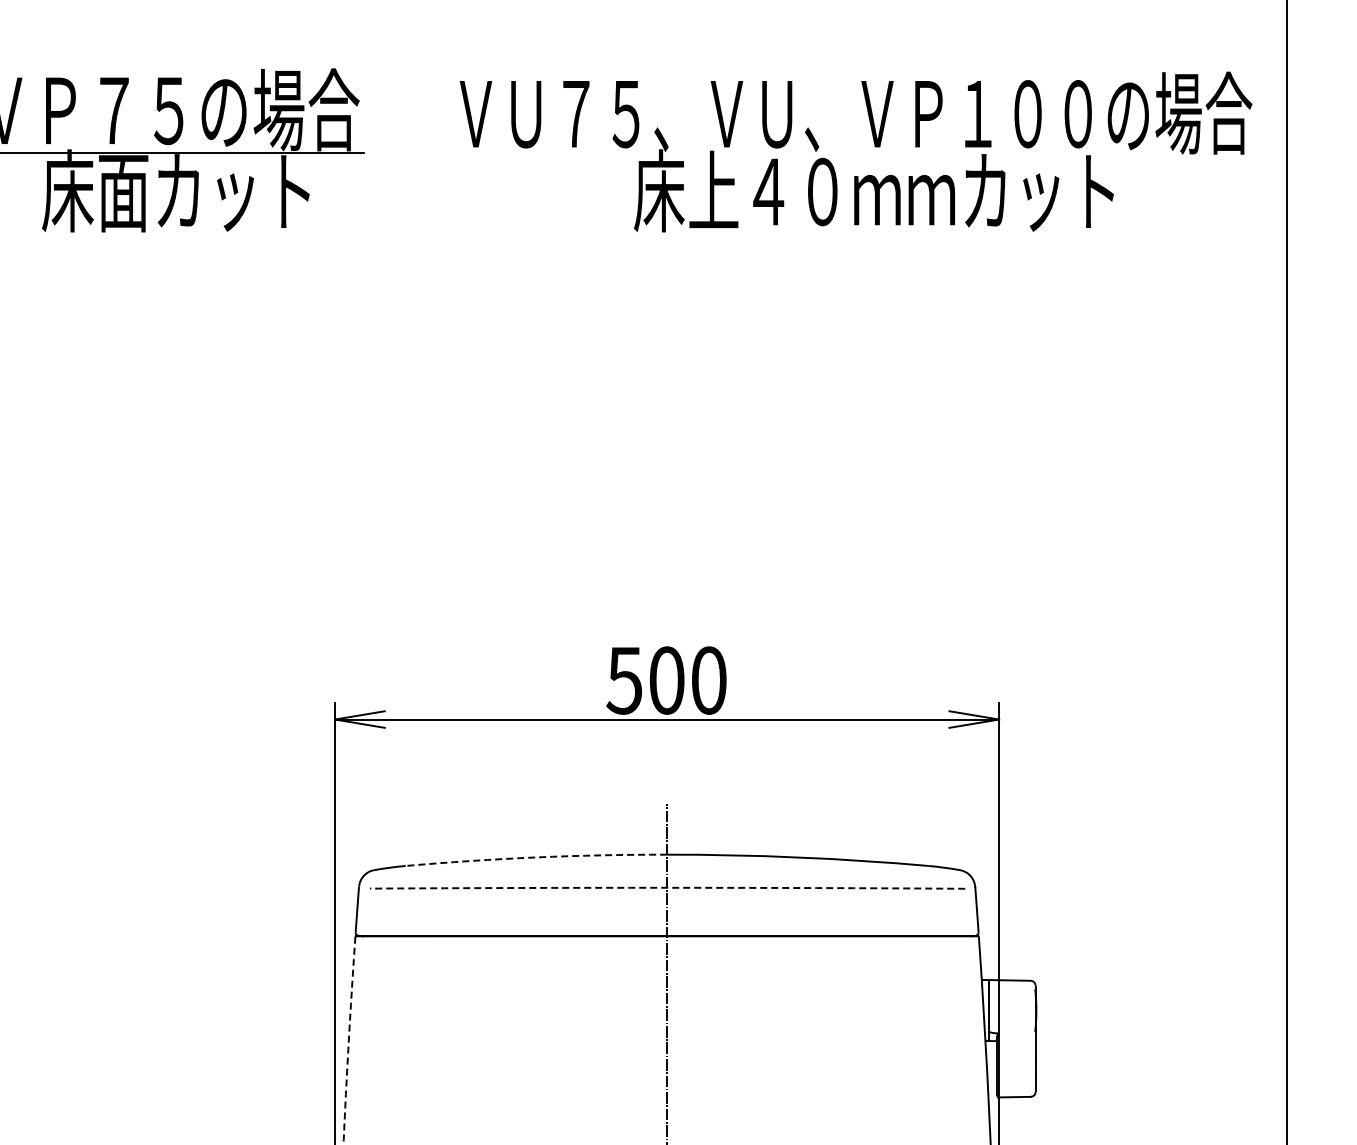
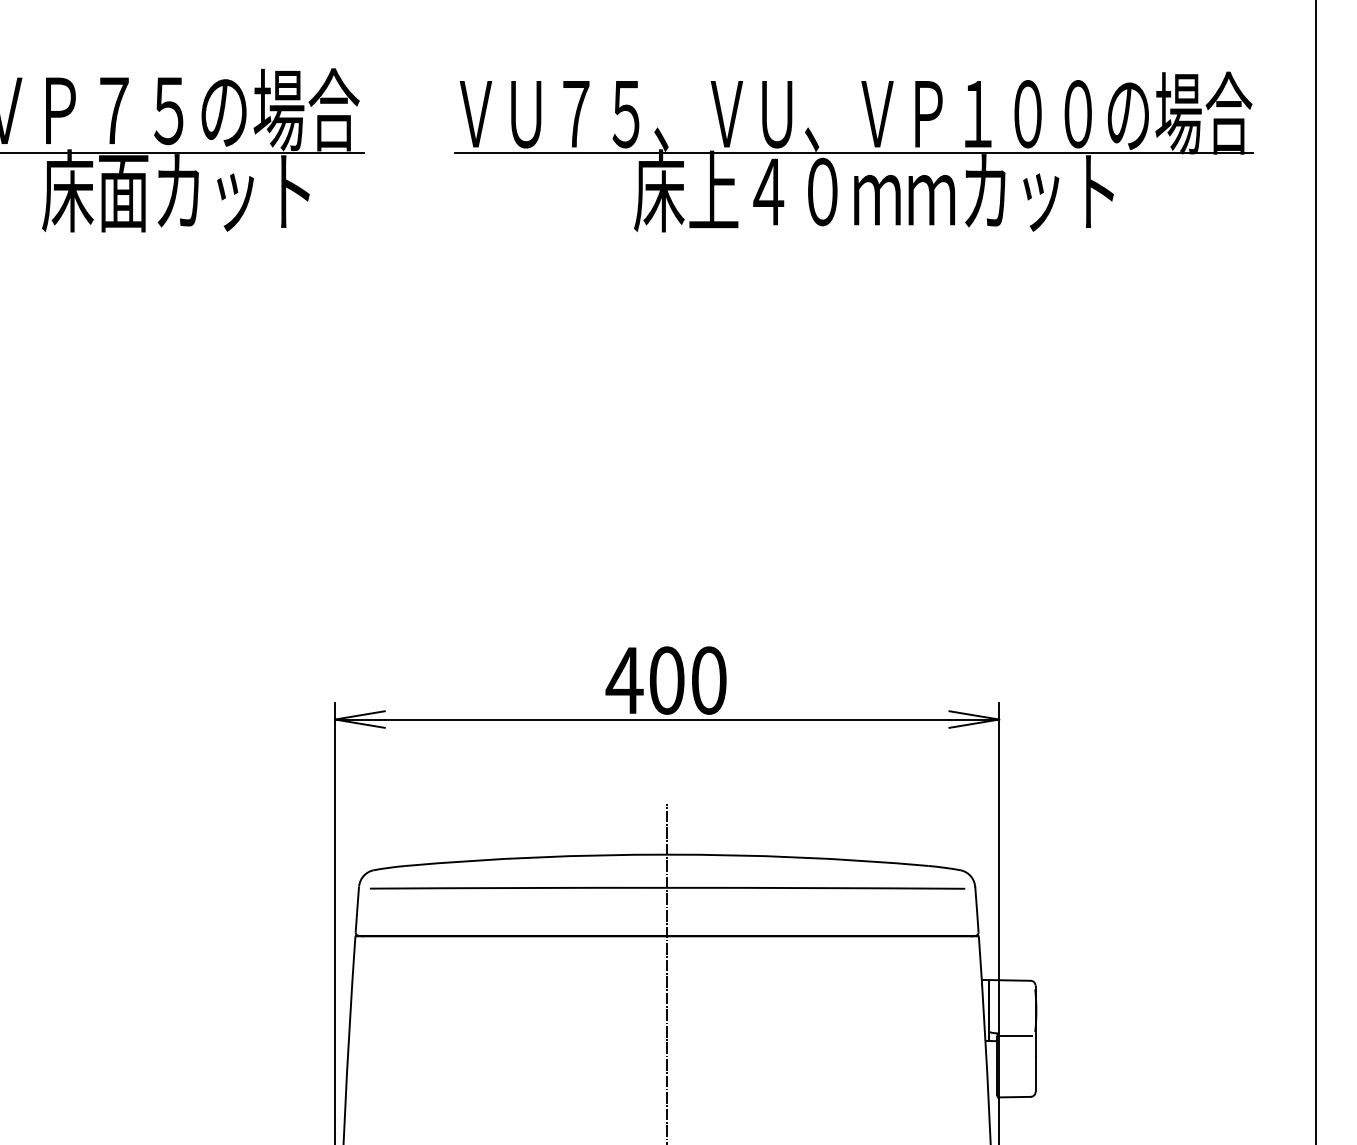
line at (854, 153): none -> present
line at (1287, 571) position: (1287, 571) -> (1316, 571)
text at (624, 680): 500 -> 400
arc at (536, 857): dashed -> solid
arc at (667, 887): dashed -> solid
line at (1016, 1036): none -> present
arc at (348, 1040): dashed -> solid
